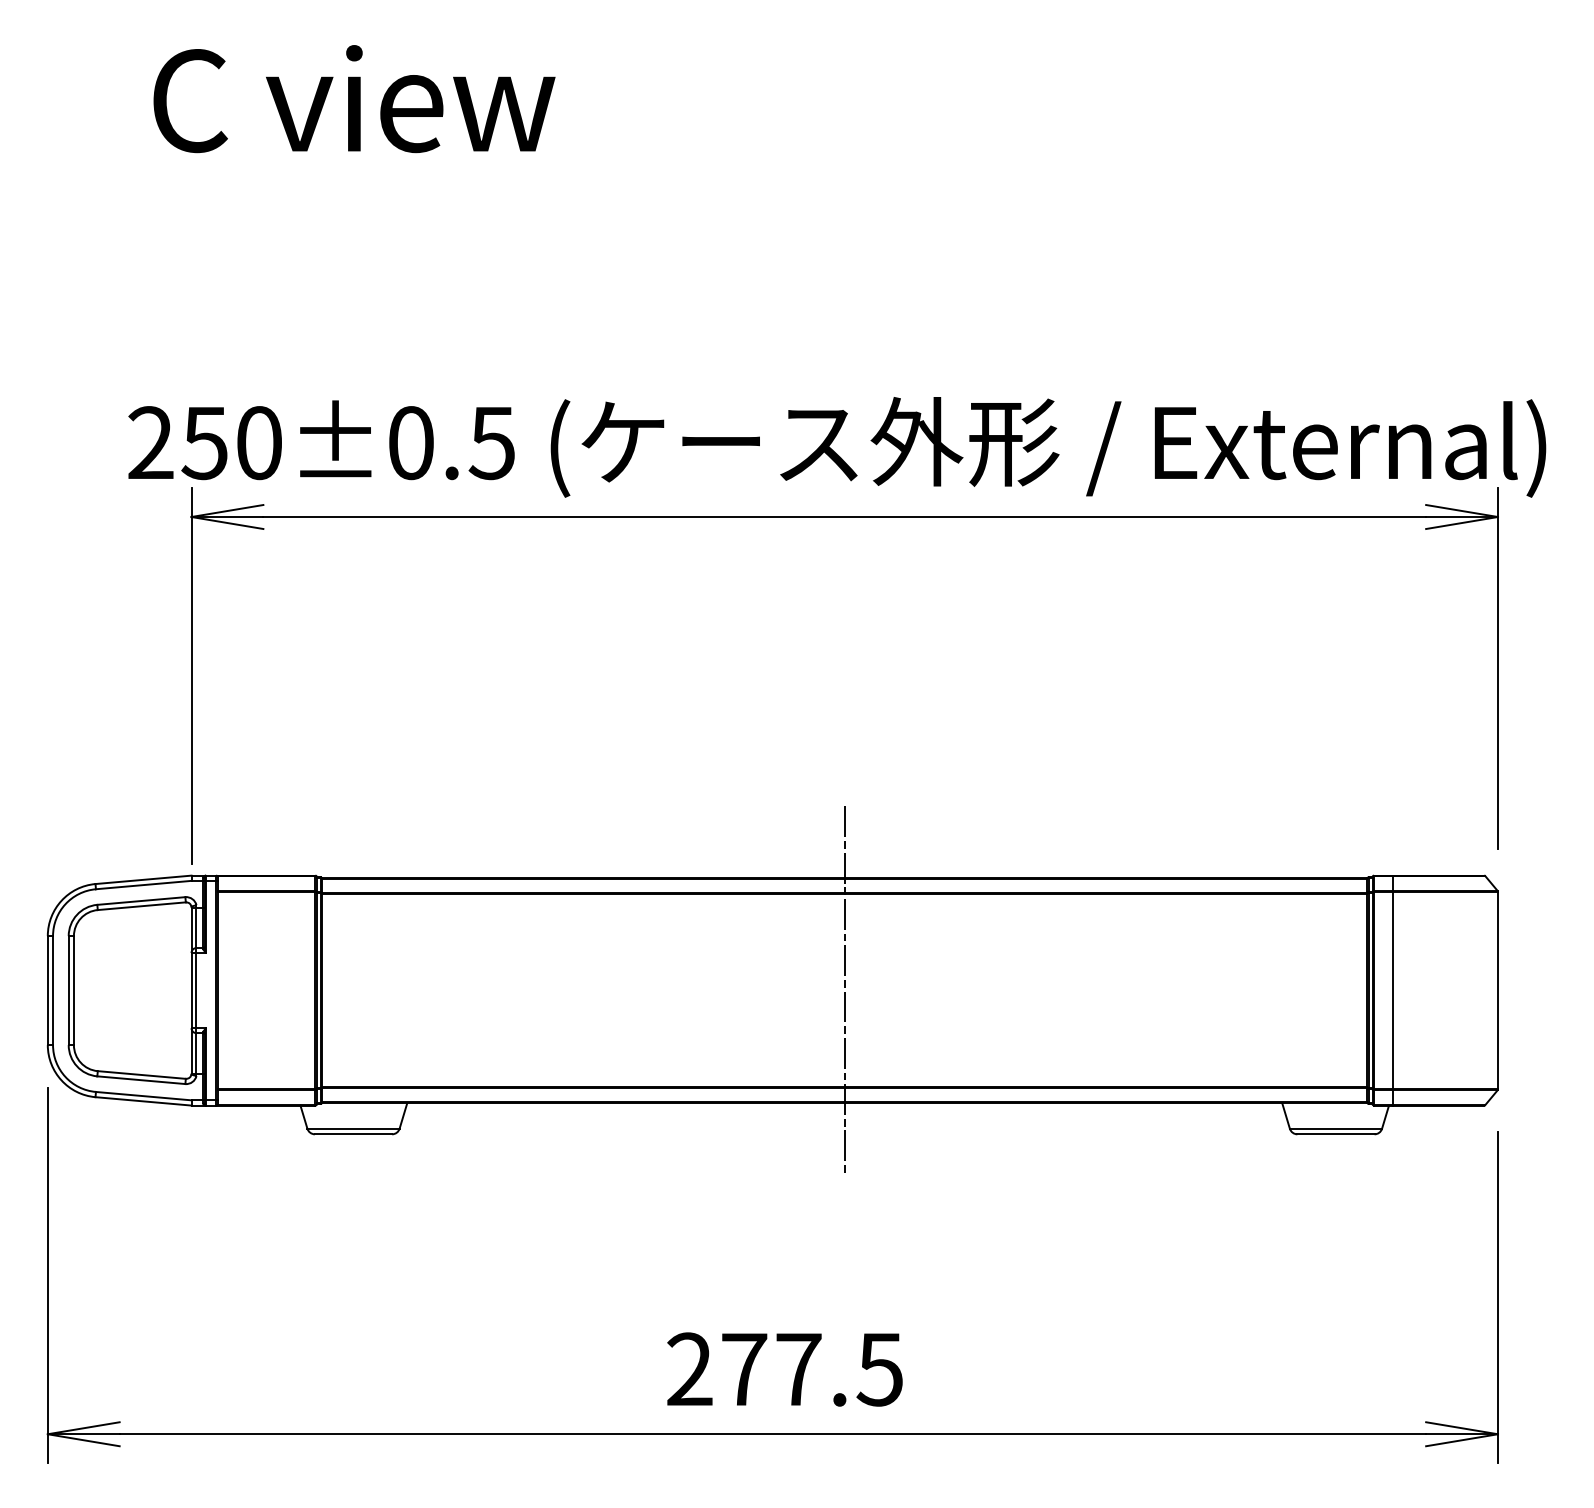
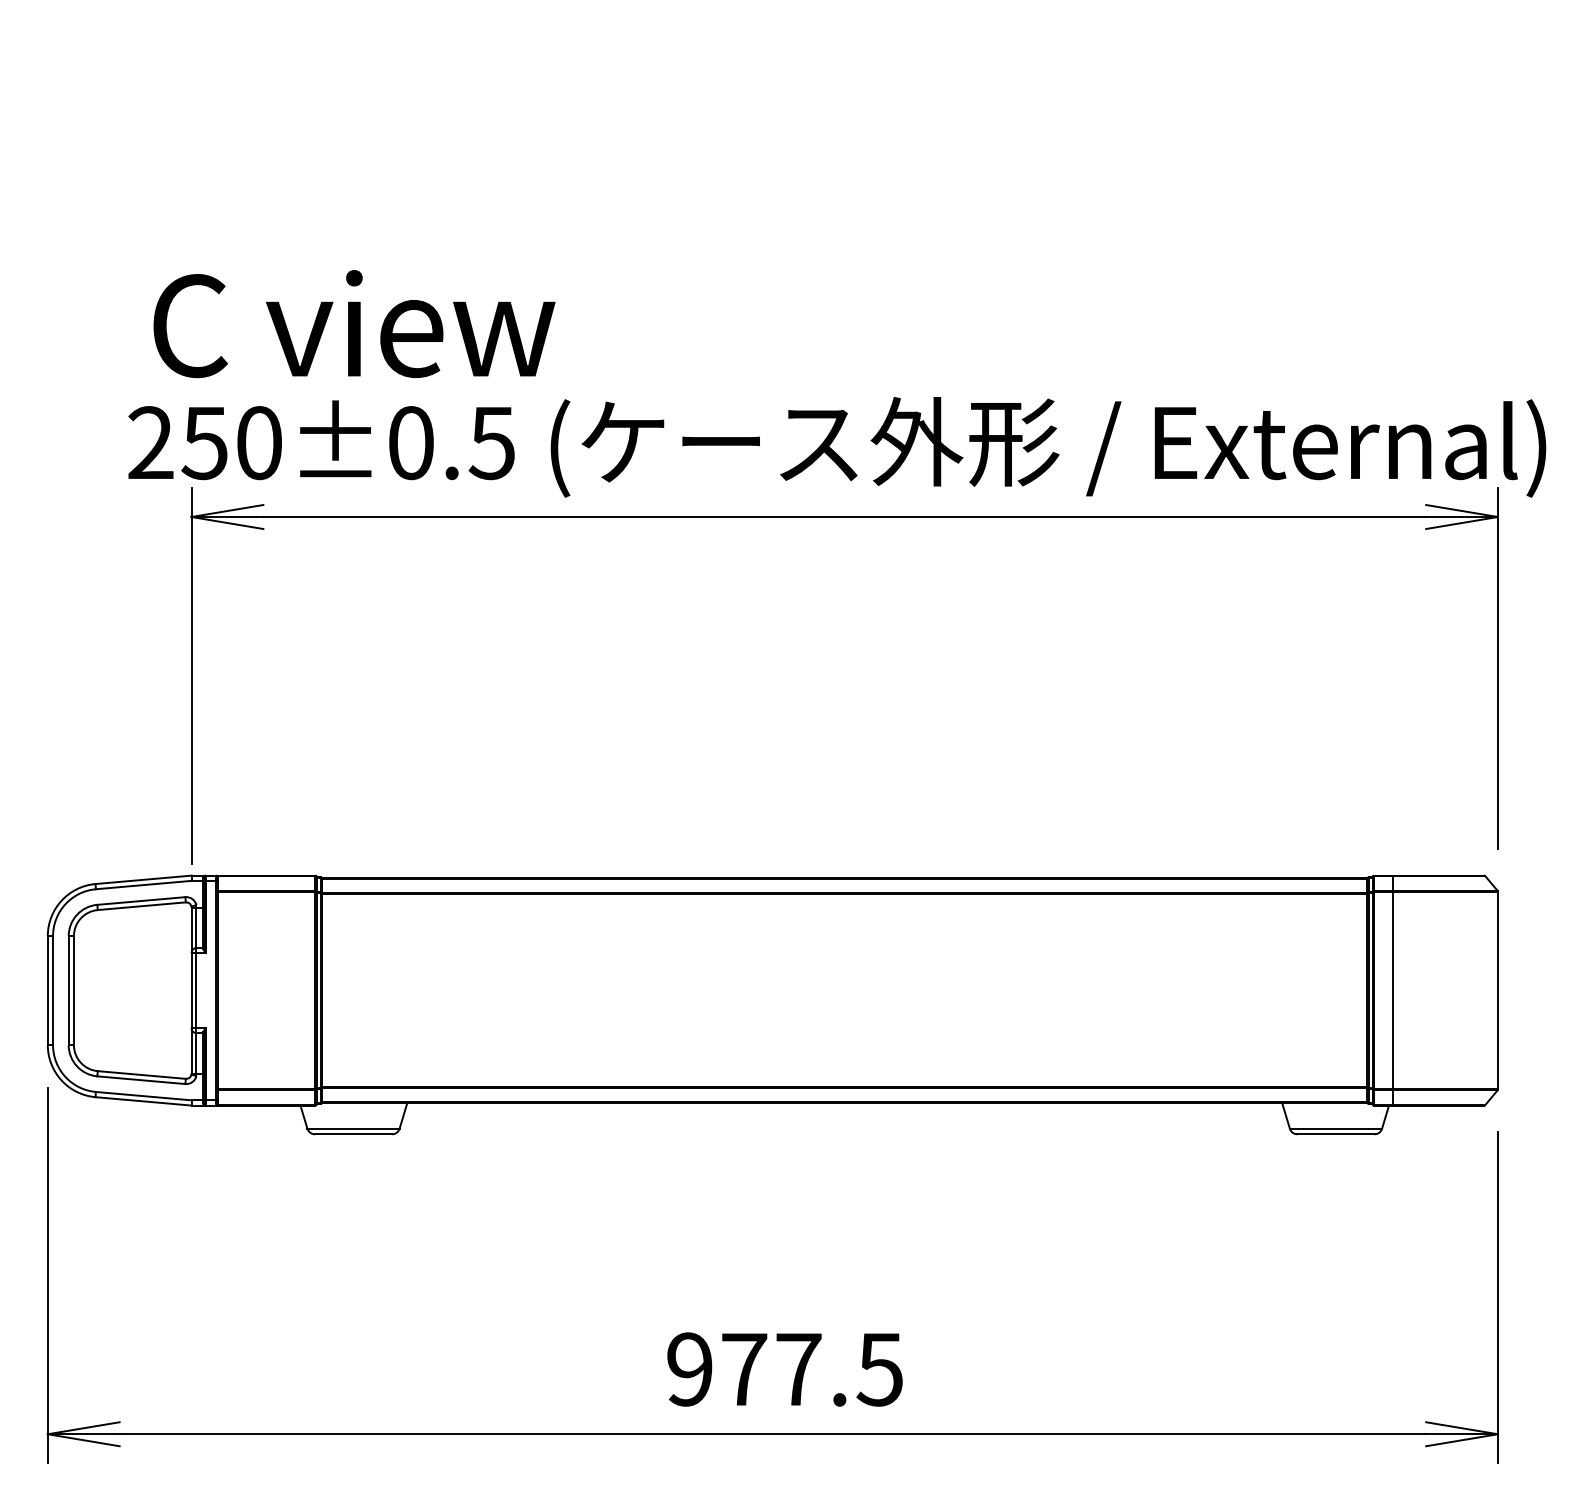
text at (354, 99) position: (354, 99) -> (354, 324)
line at (844, 990): present -> none
text at (689, 1369): 277.5 -> 977.5
